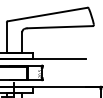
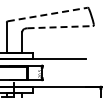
line at (48, 14): solid -> dashed
line at (60, 27): solid -> dashed
